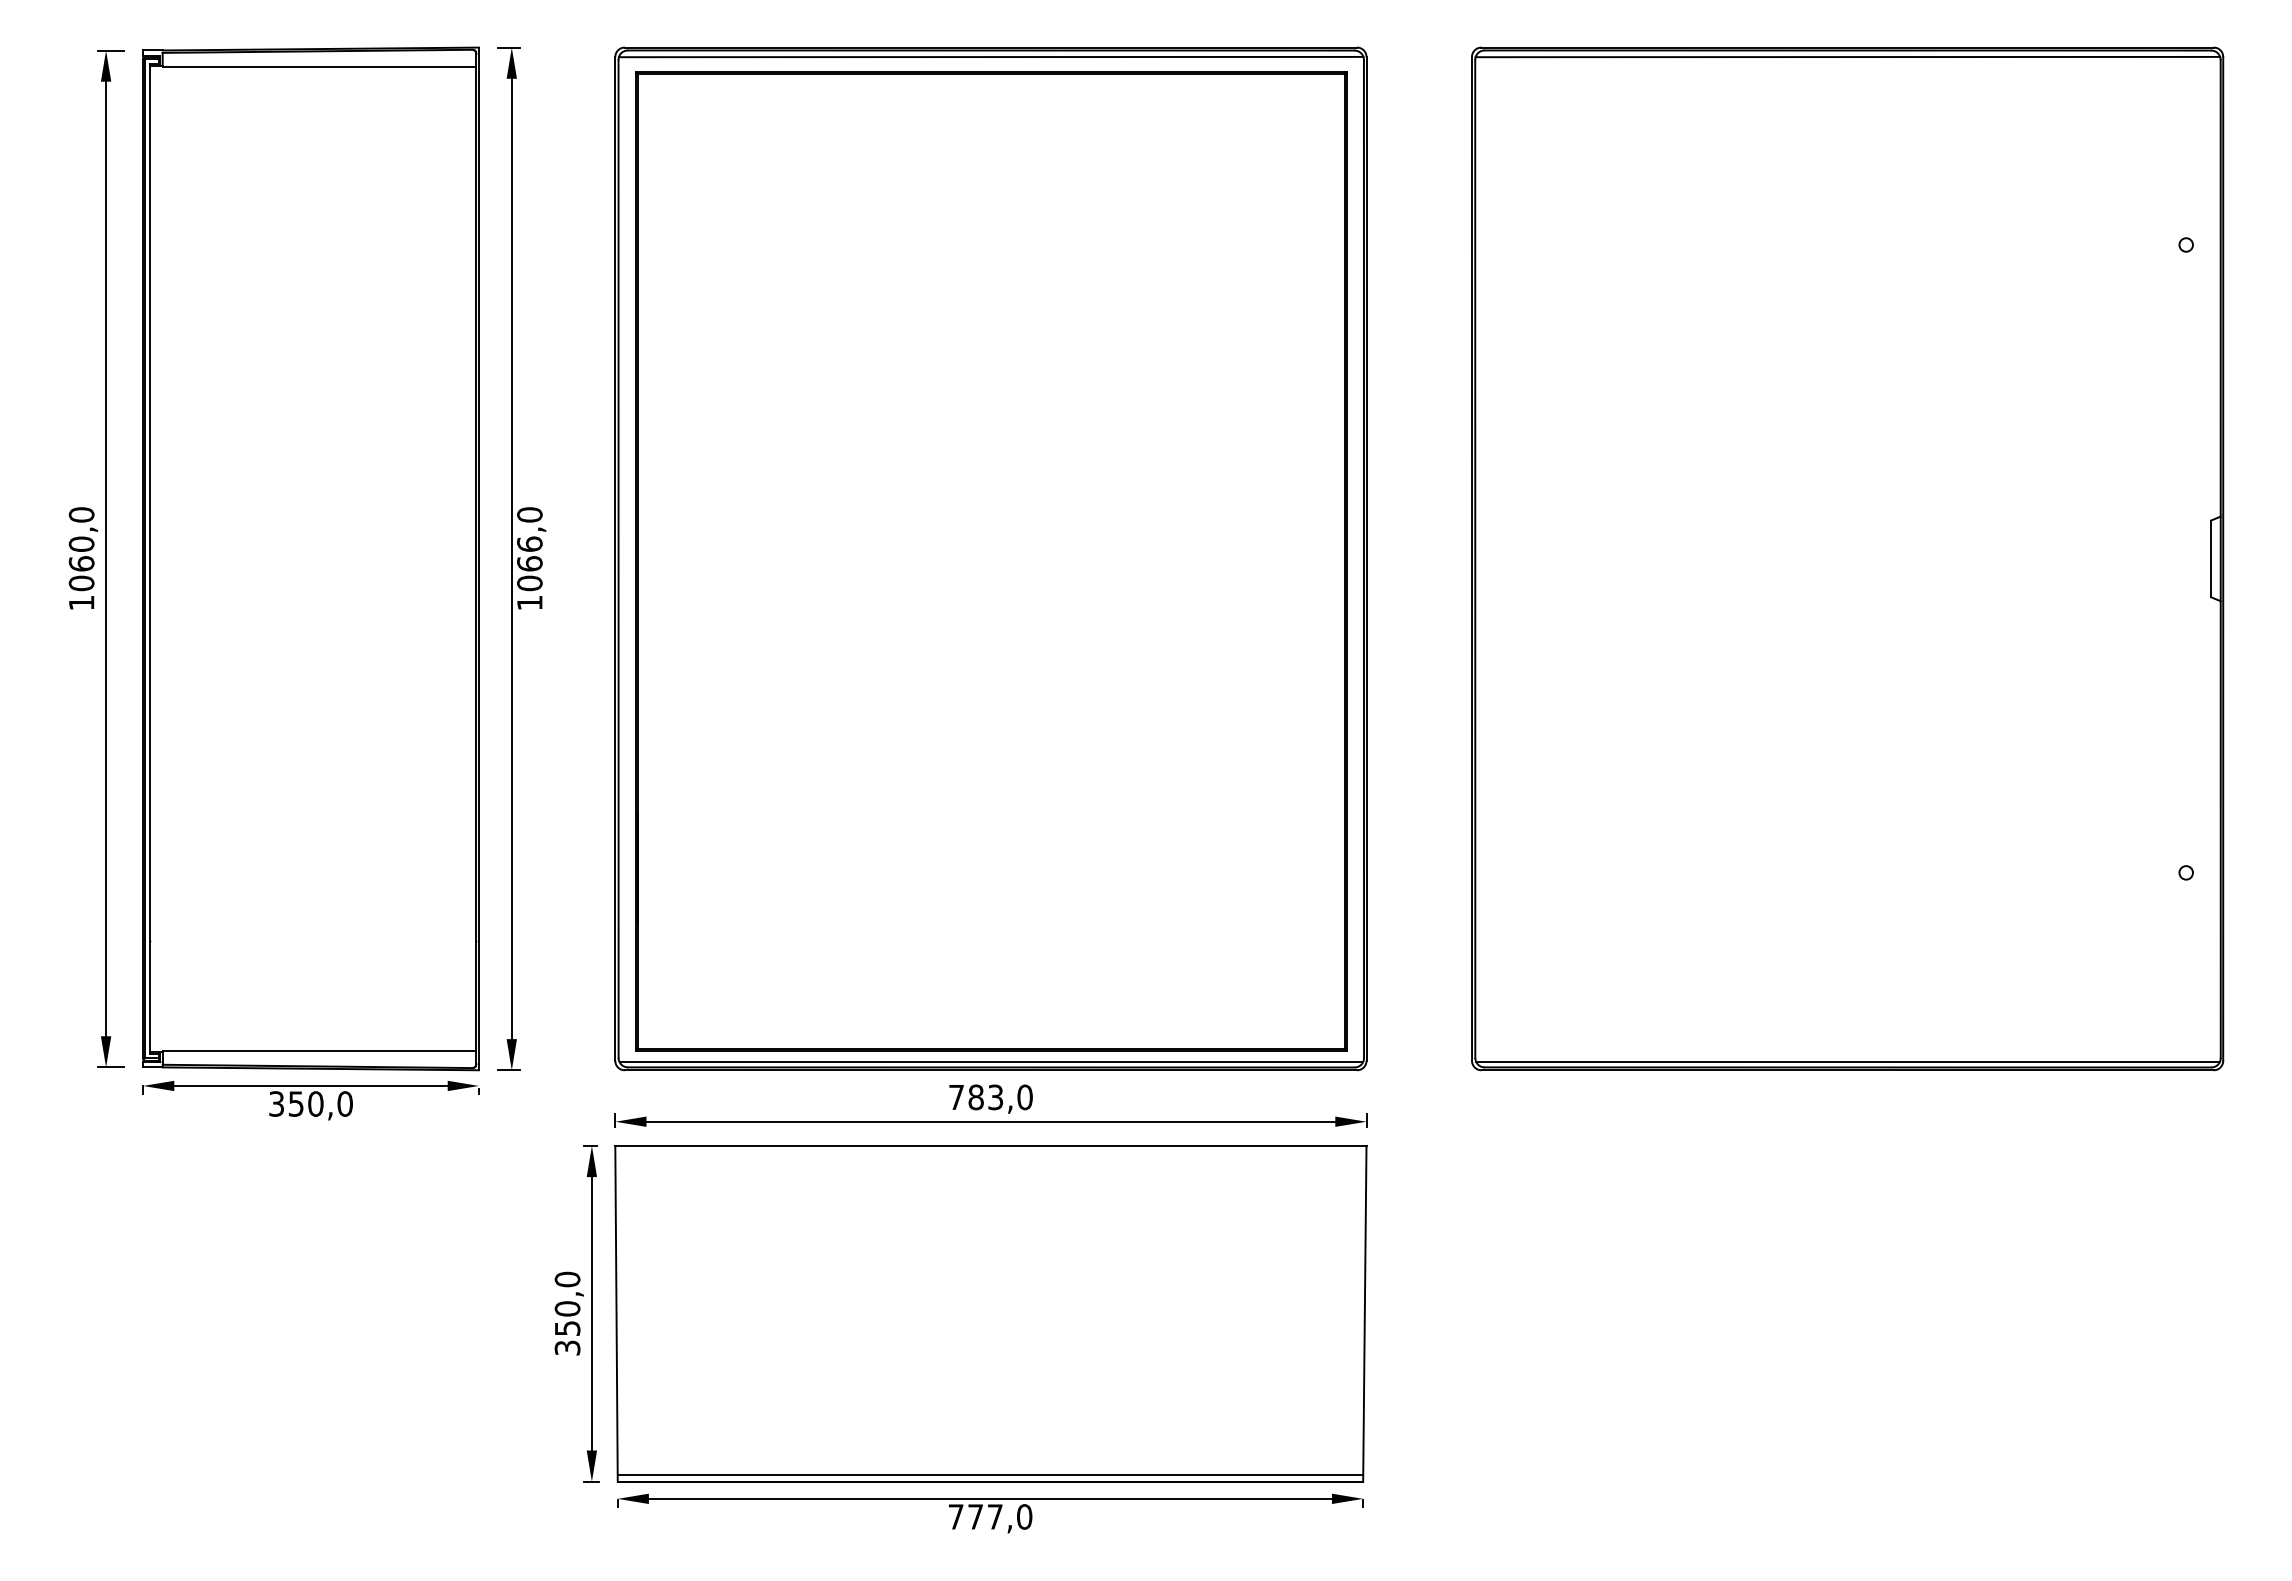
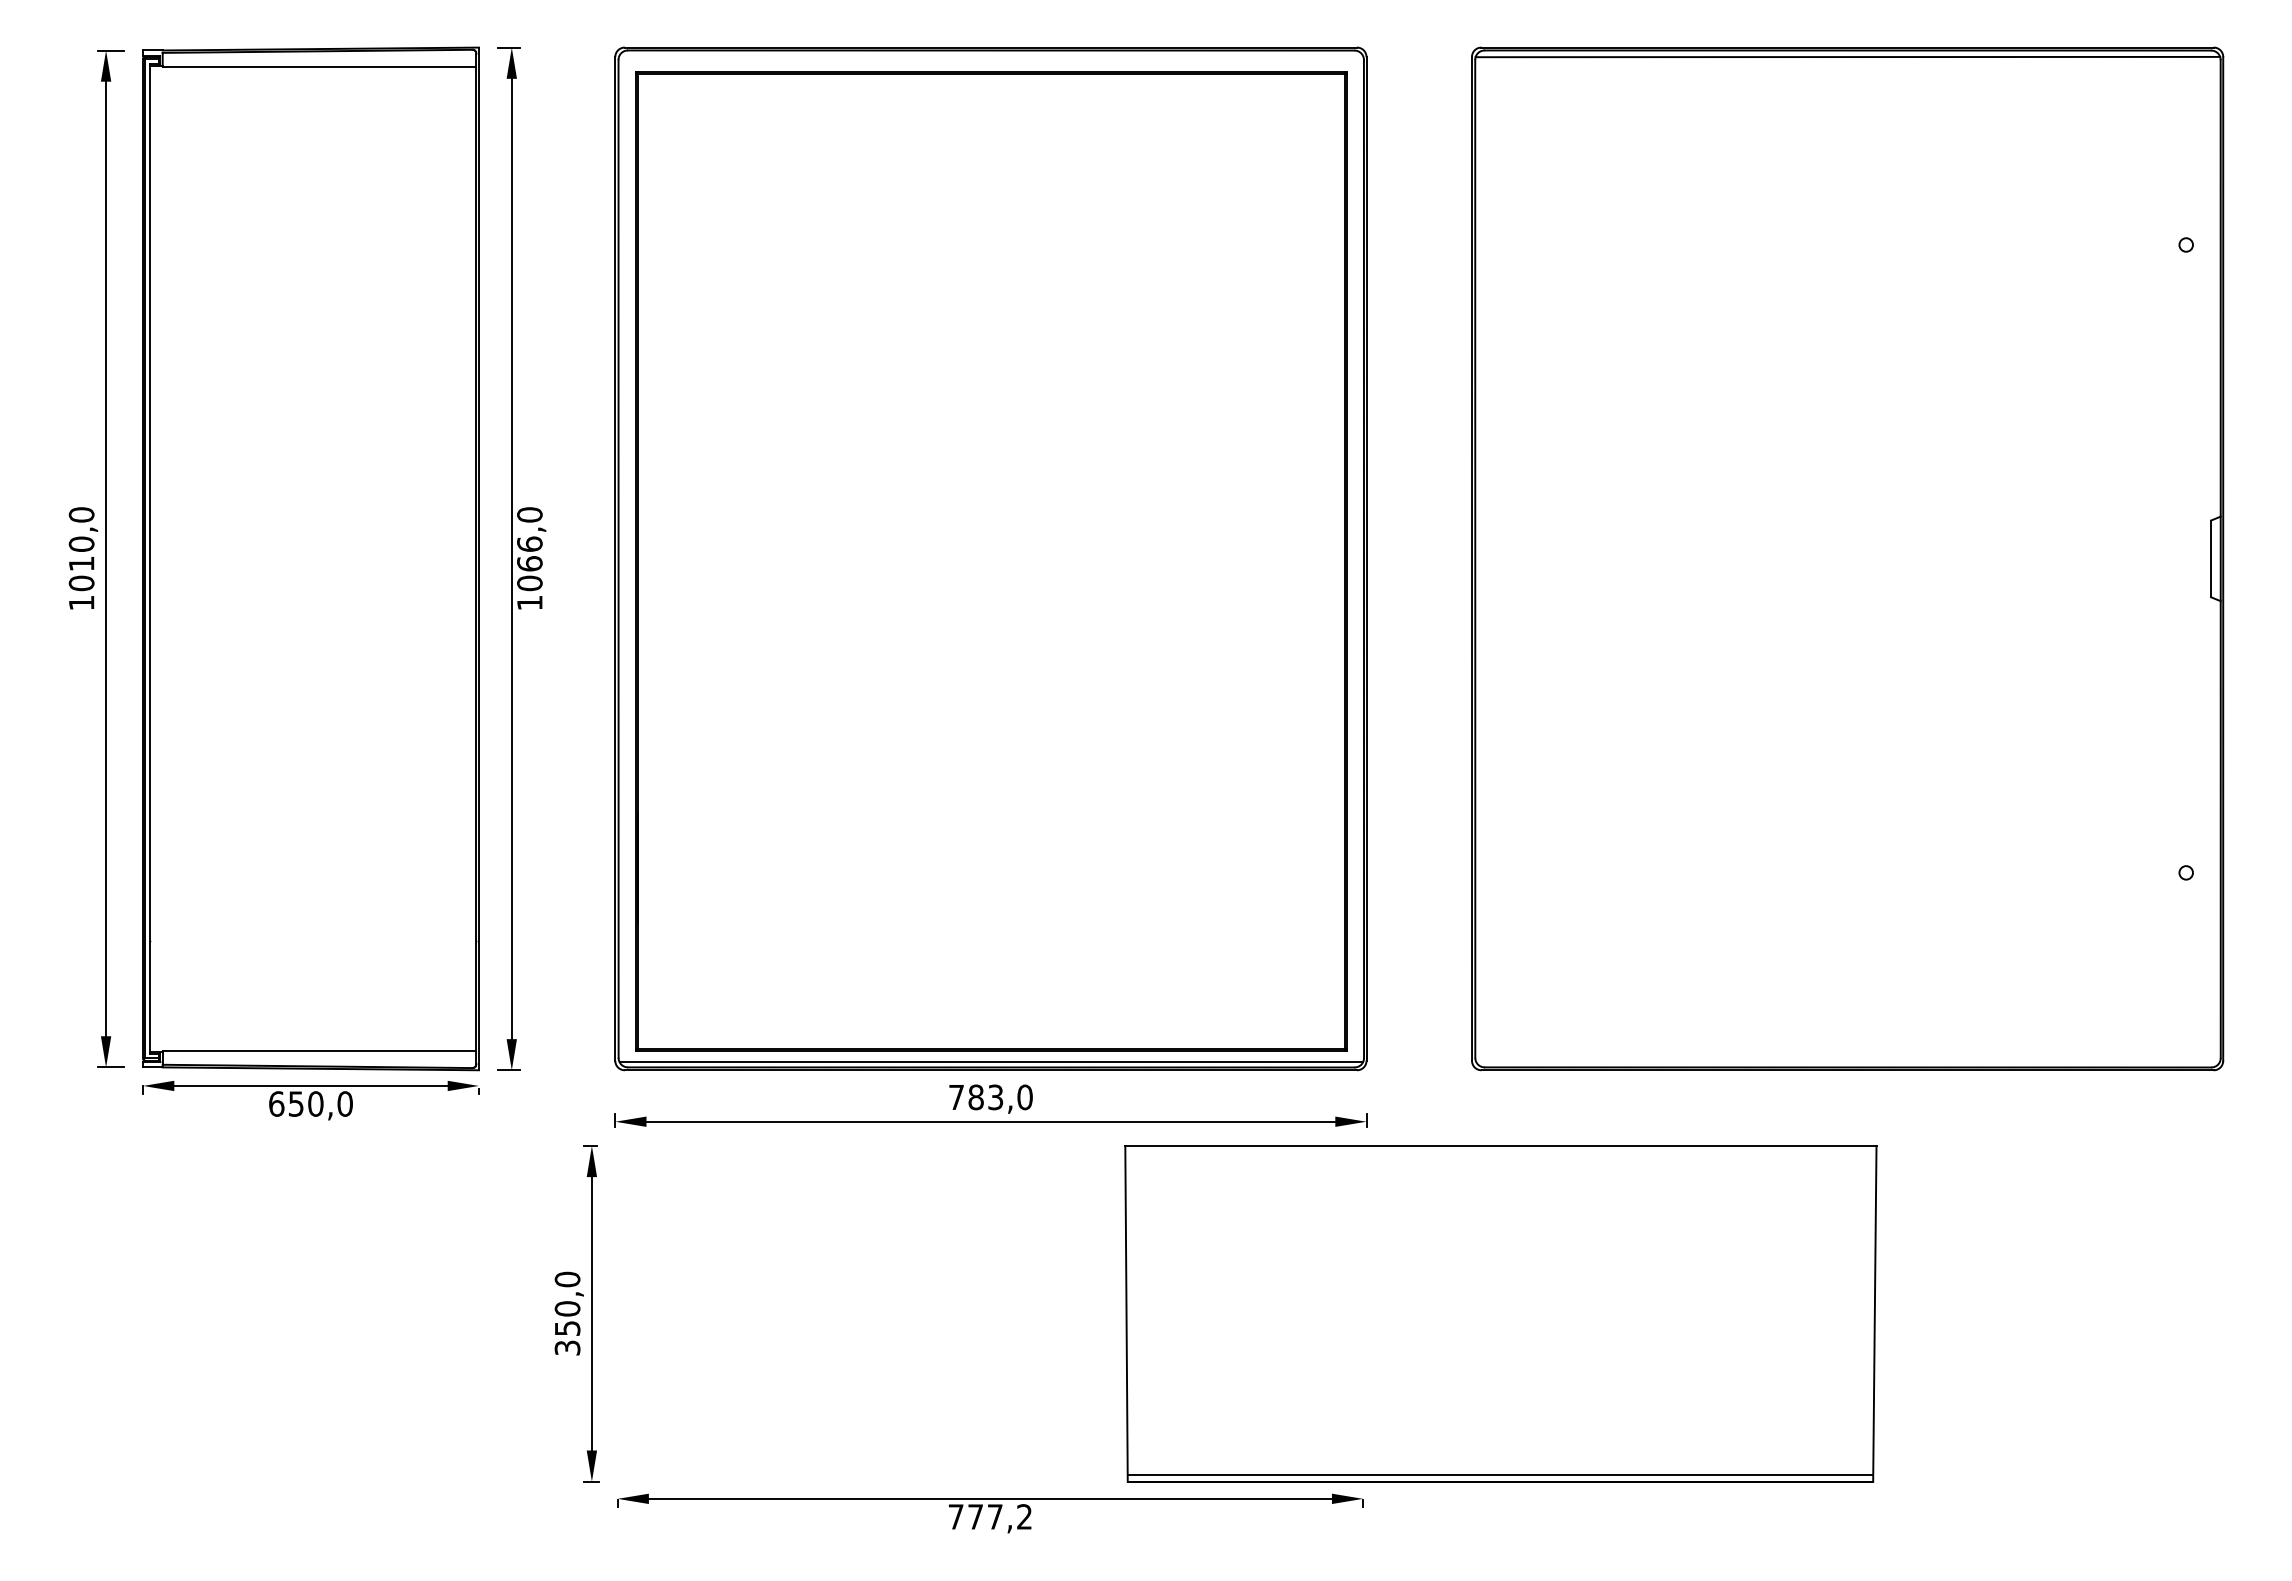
line at (990, 56): present -> none
text at (81, 563): 1060,0 -> 1010,0
line at (1847, 1062): present -> none
text at (276, 1103): 350,0 -> 650,0
part at (990, 1313) position: (990, 1313) -> (1500, 1313)
text at (1024, 1516): 777,0 -> 777,2
